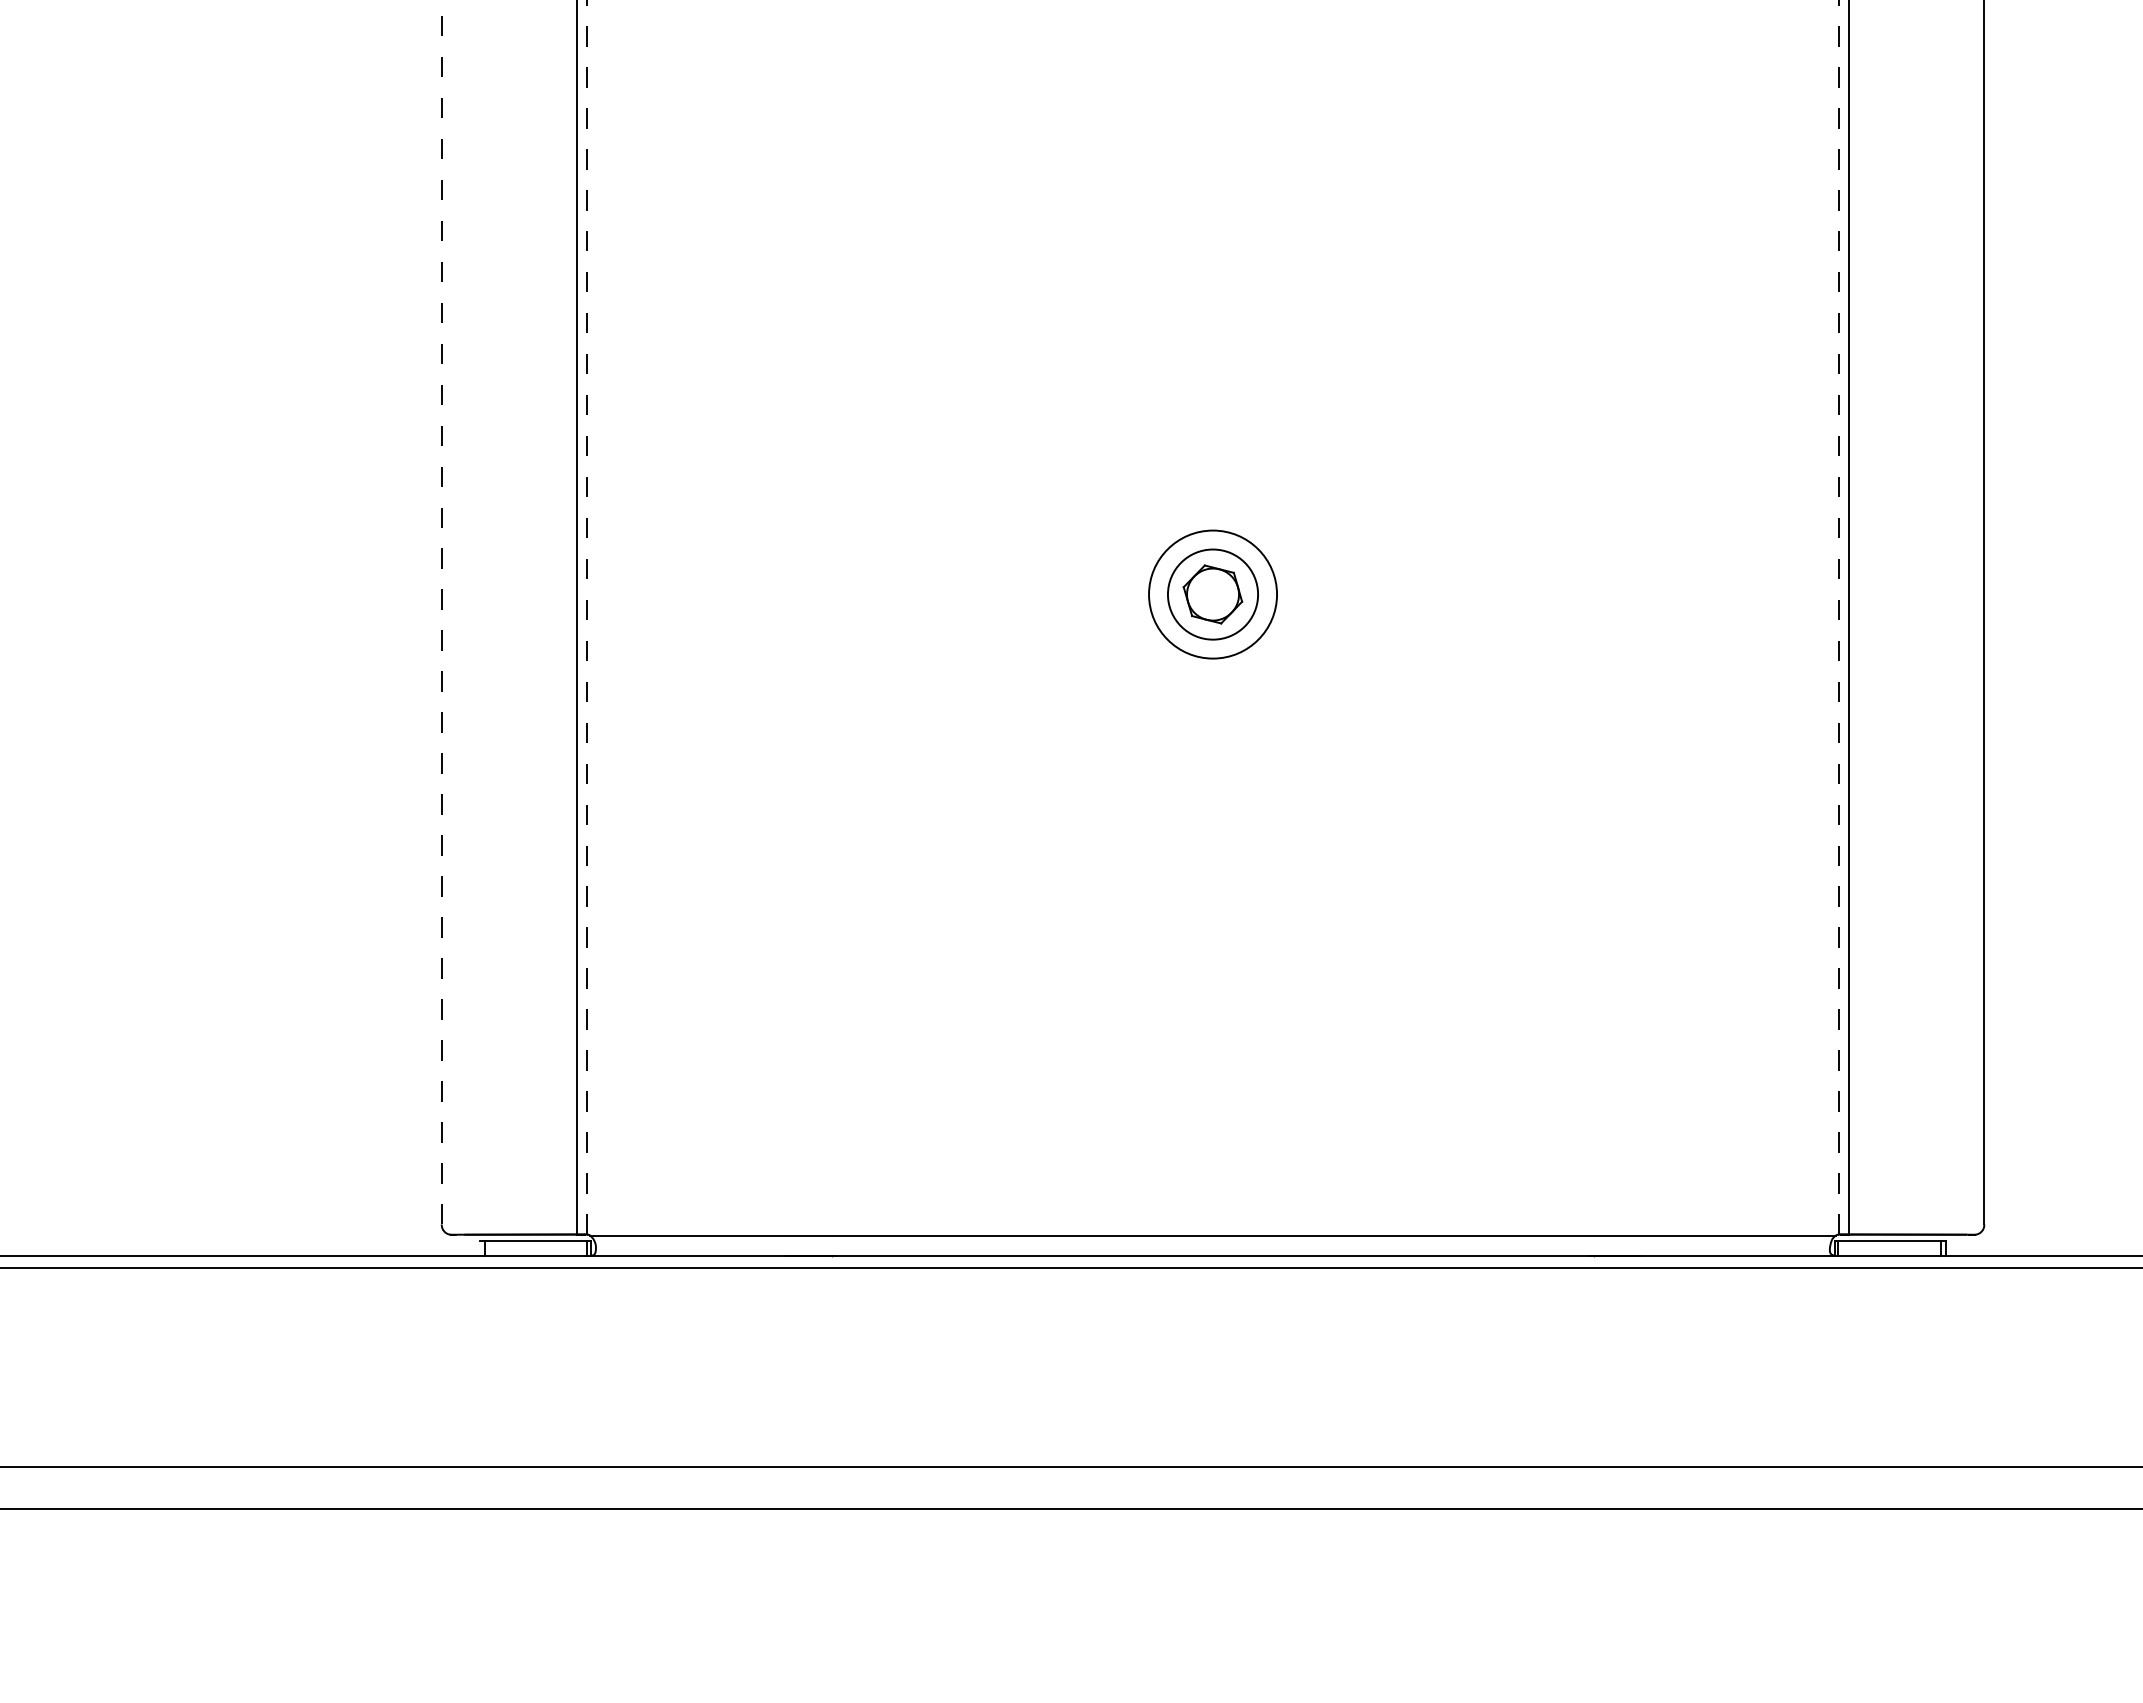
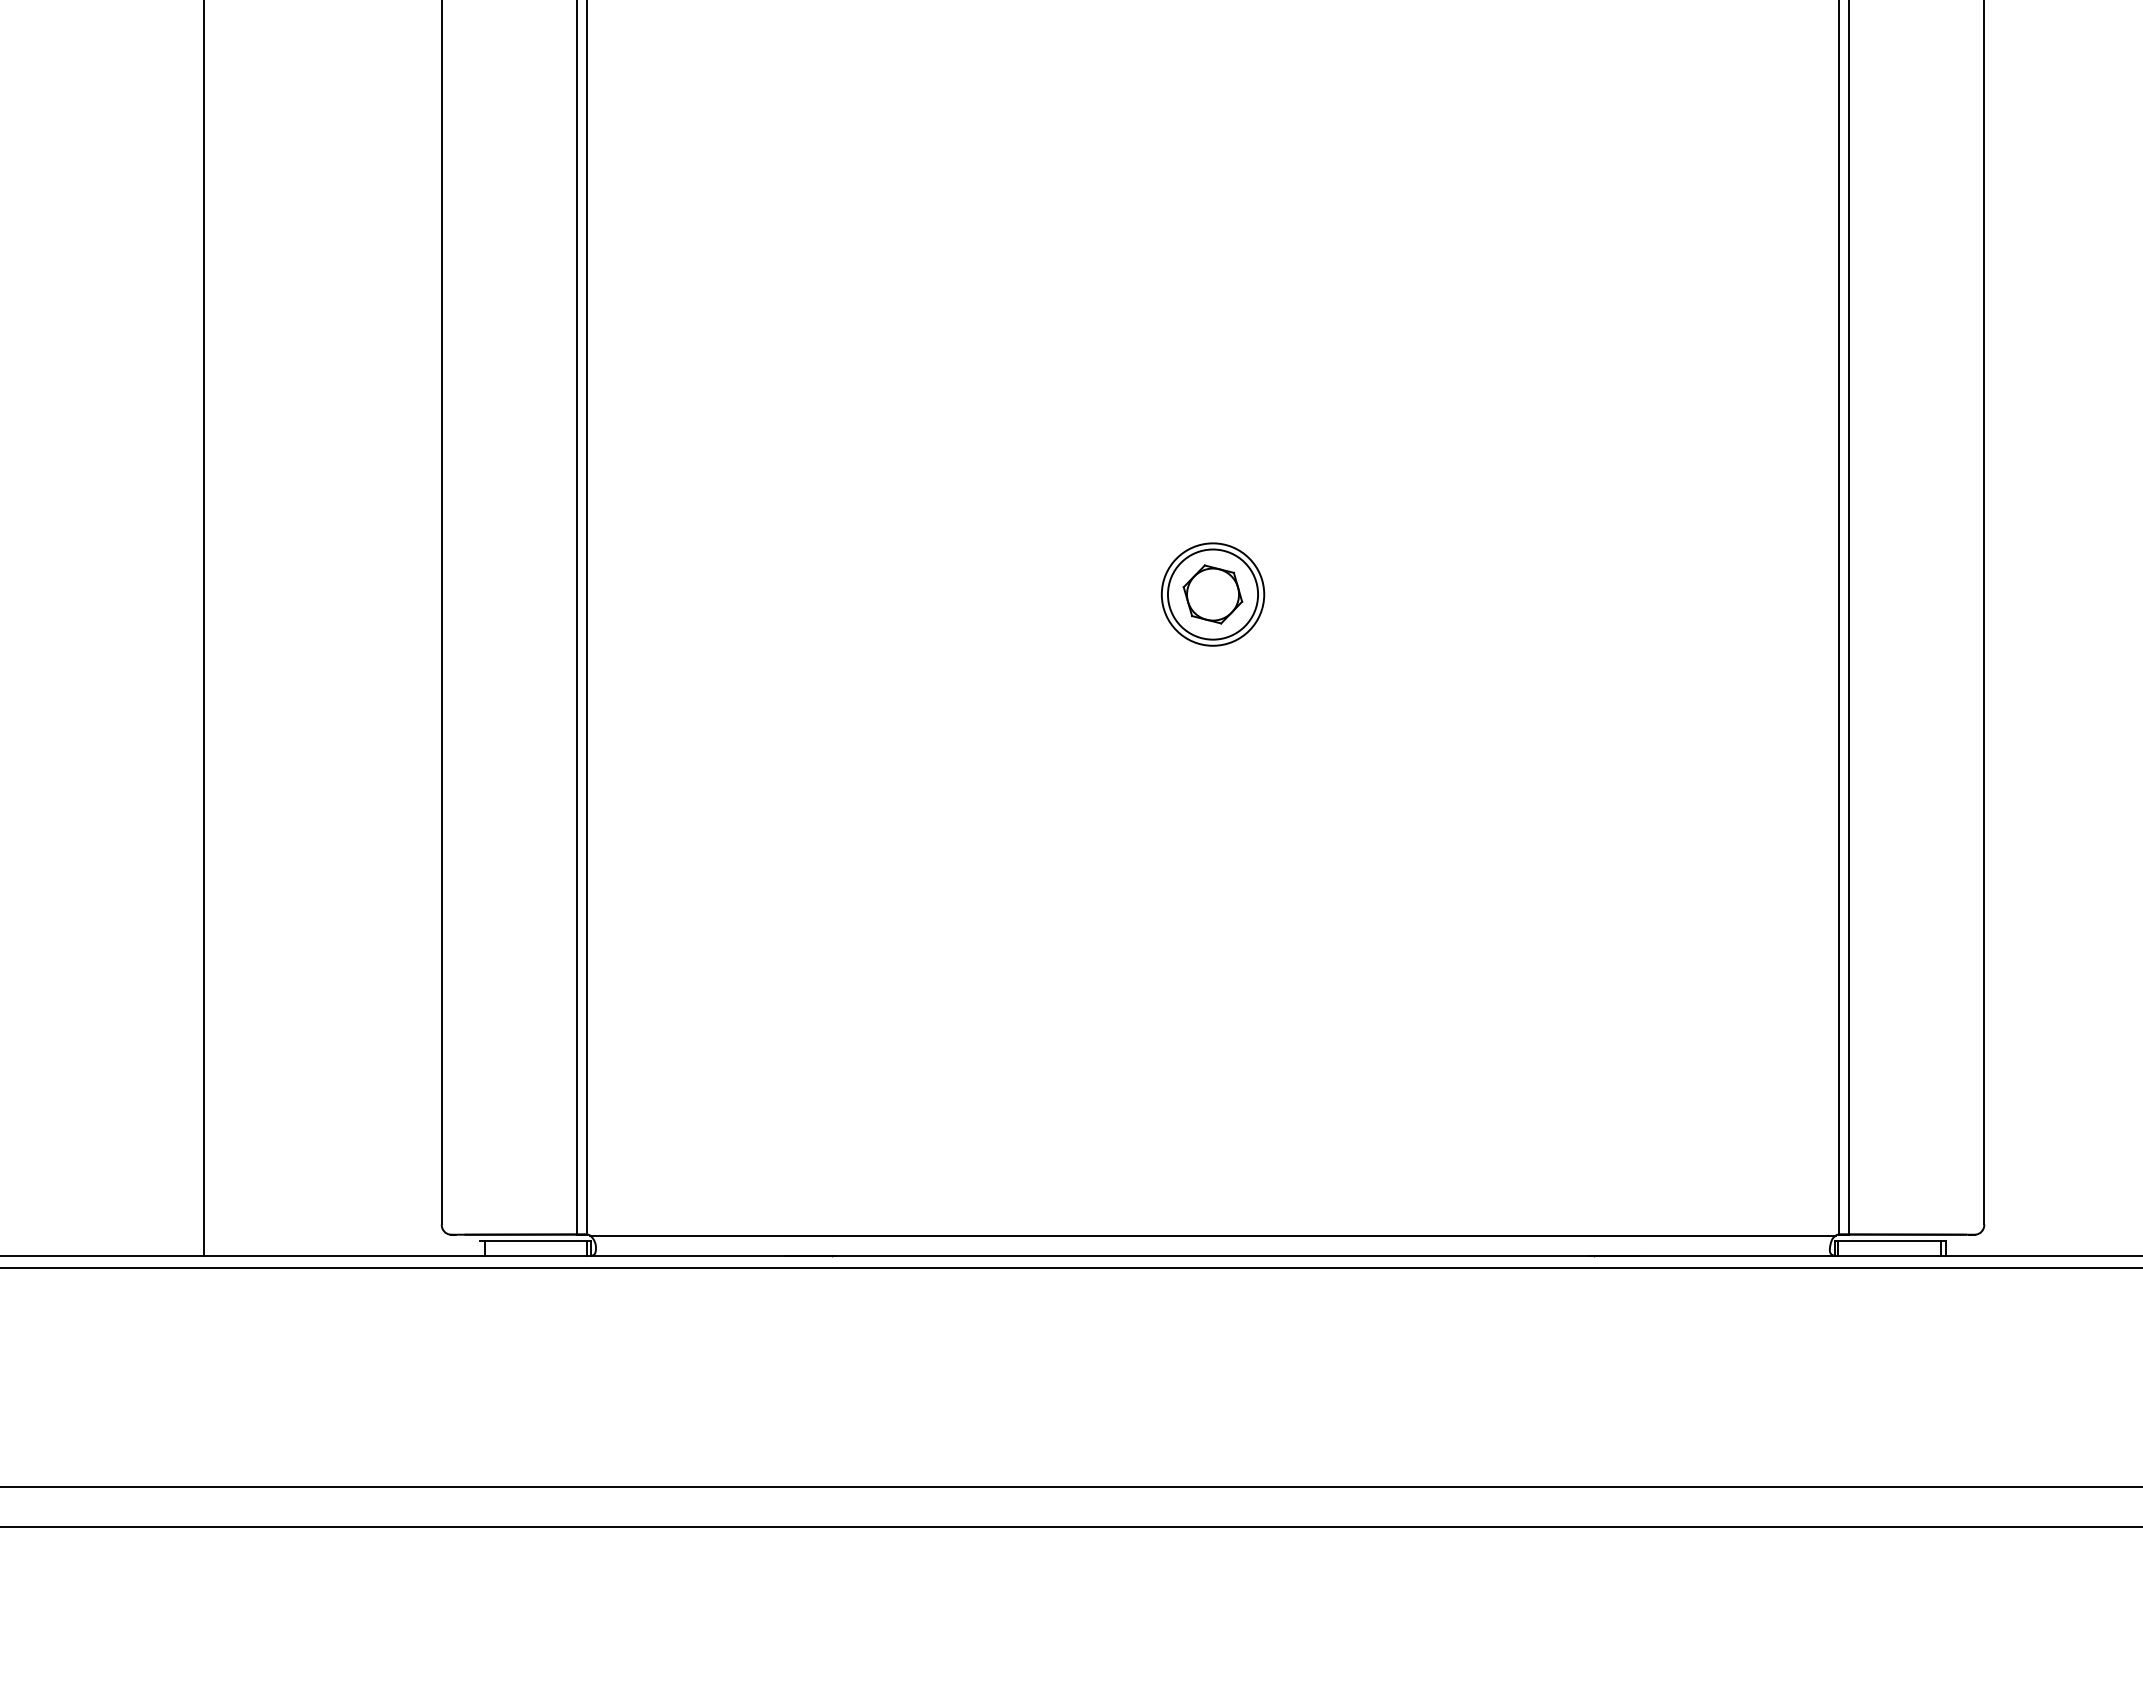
circle at (1213, 594) diameter: 128 px -> 102 px
line at (441, 612): dashed -> solid
line at (587, 617): dashed -> solid
line at (1838, 617): dashed -> solid
line at (203, 629): none -> present
line at (1070, 1466) position: (1070, 1466) -> (1070, 1486)
line at (1070, 1508) position: (1070, 1508) -> (1070, 1526)
